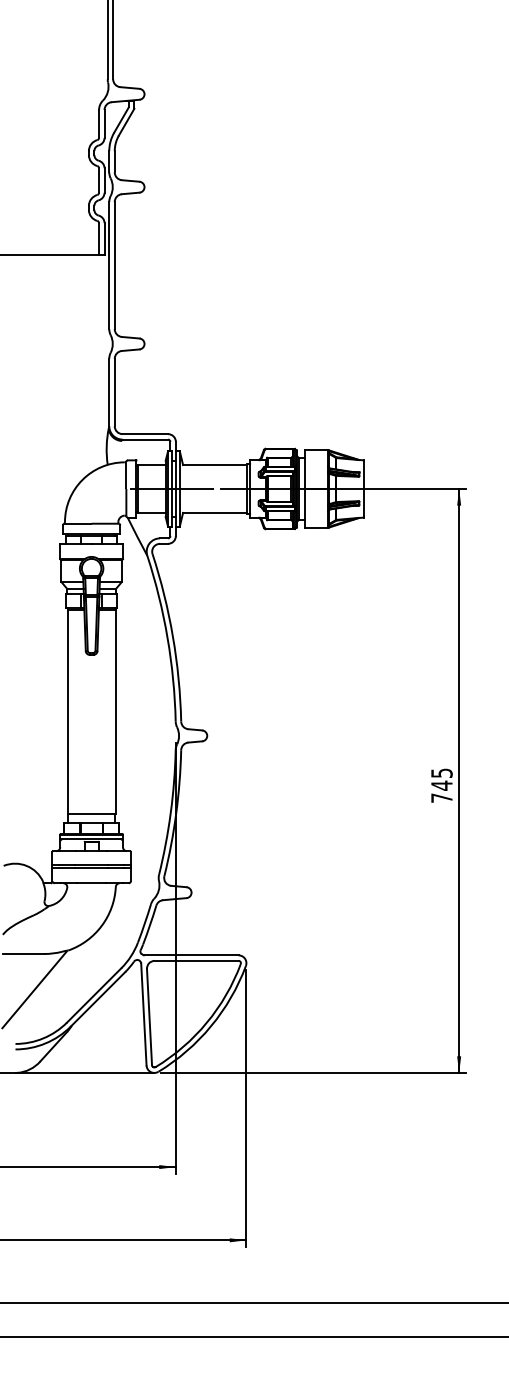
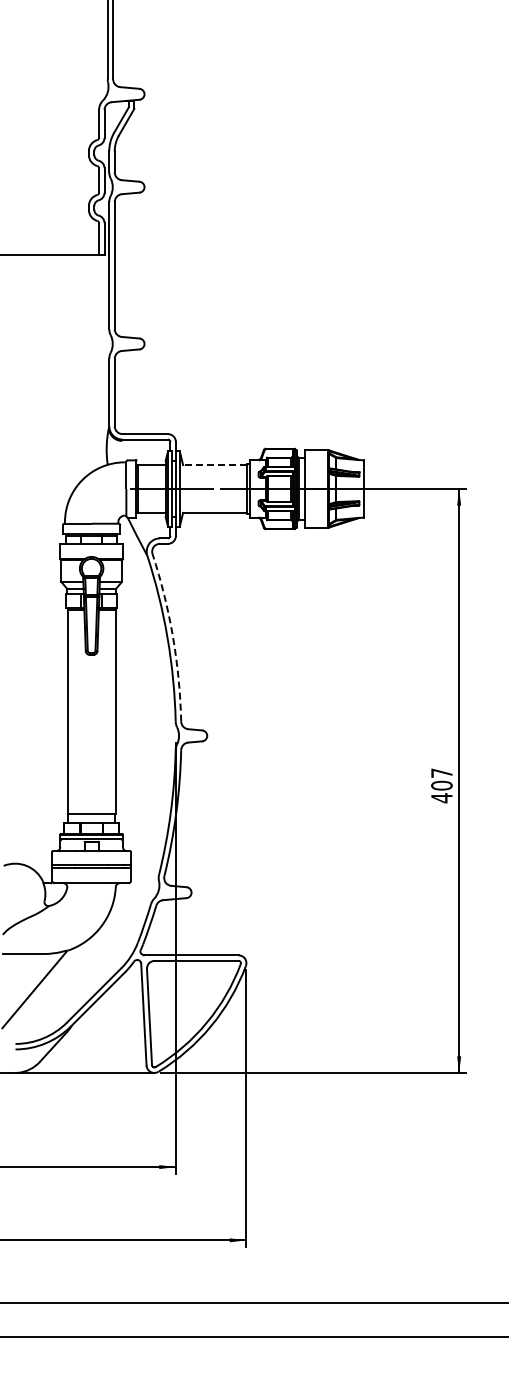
line at (214, 465): solid -> dashed
arc at (172, 636): solid -> dashed
text at (441, 785): 745 -> 407
